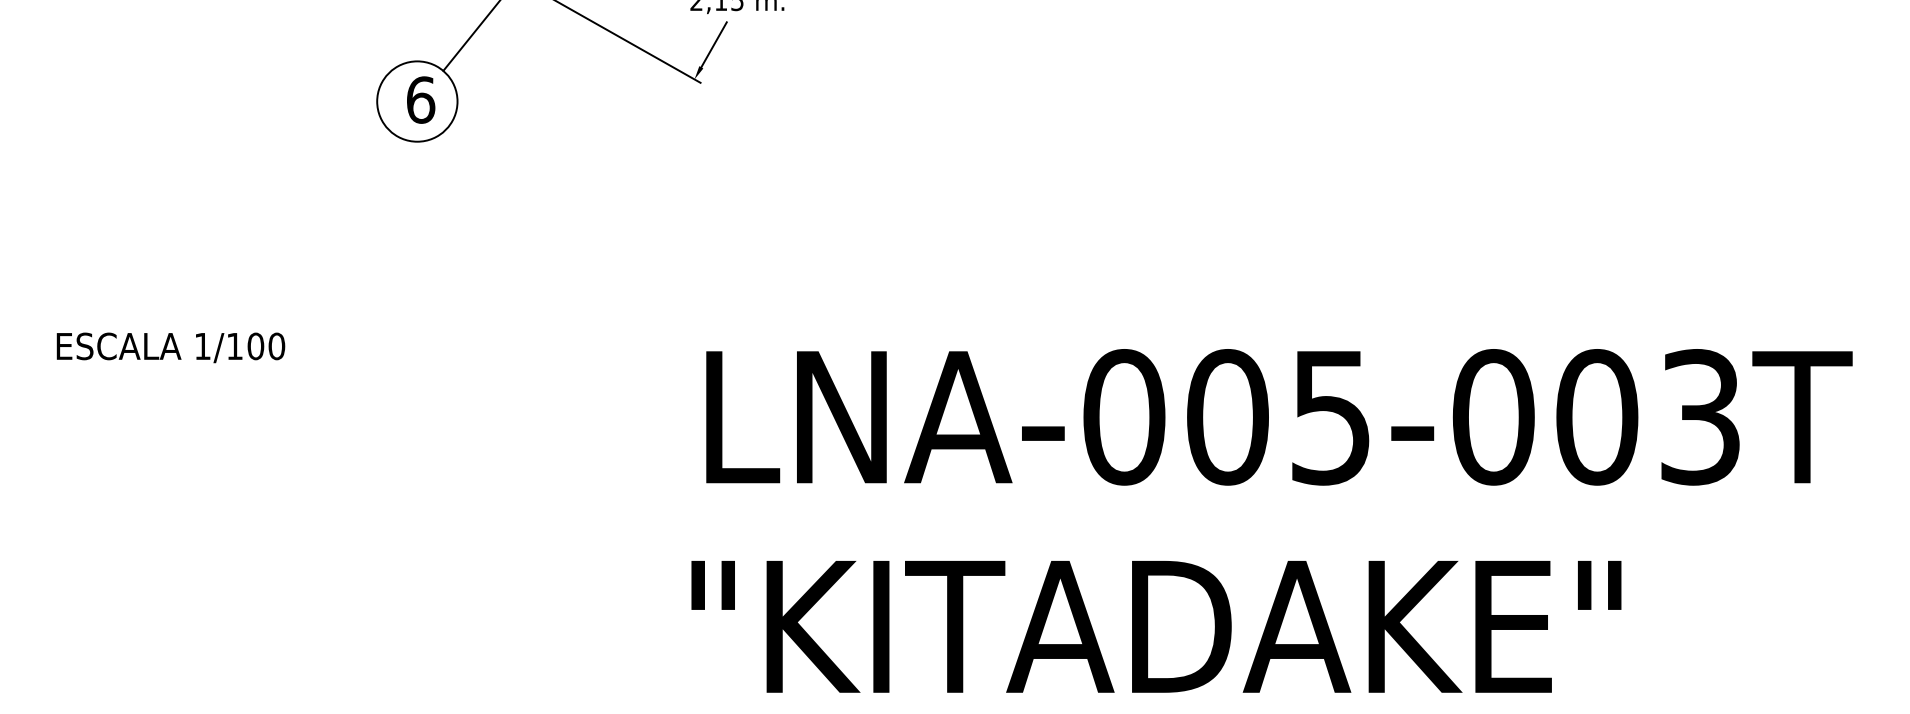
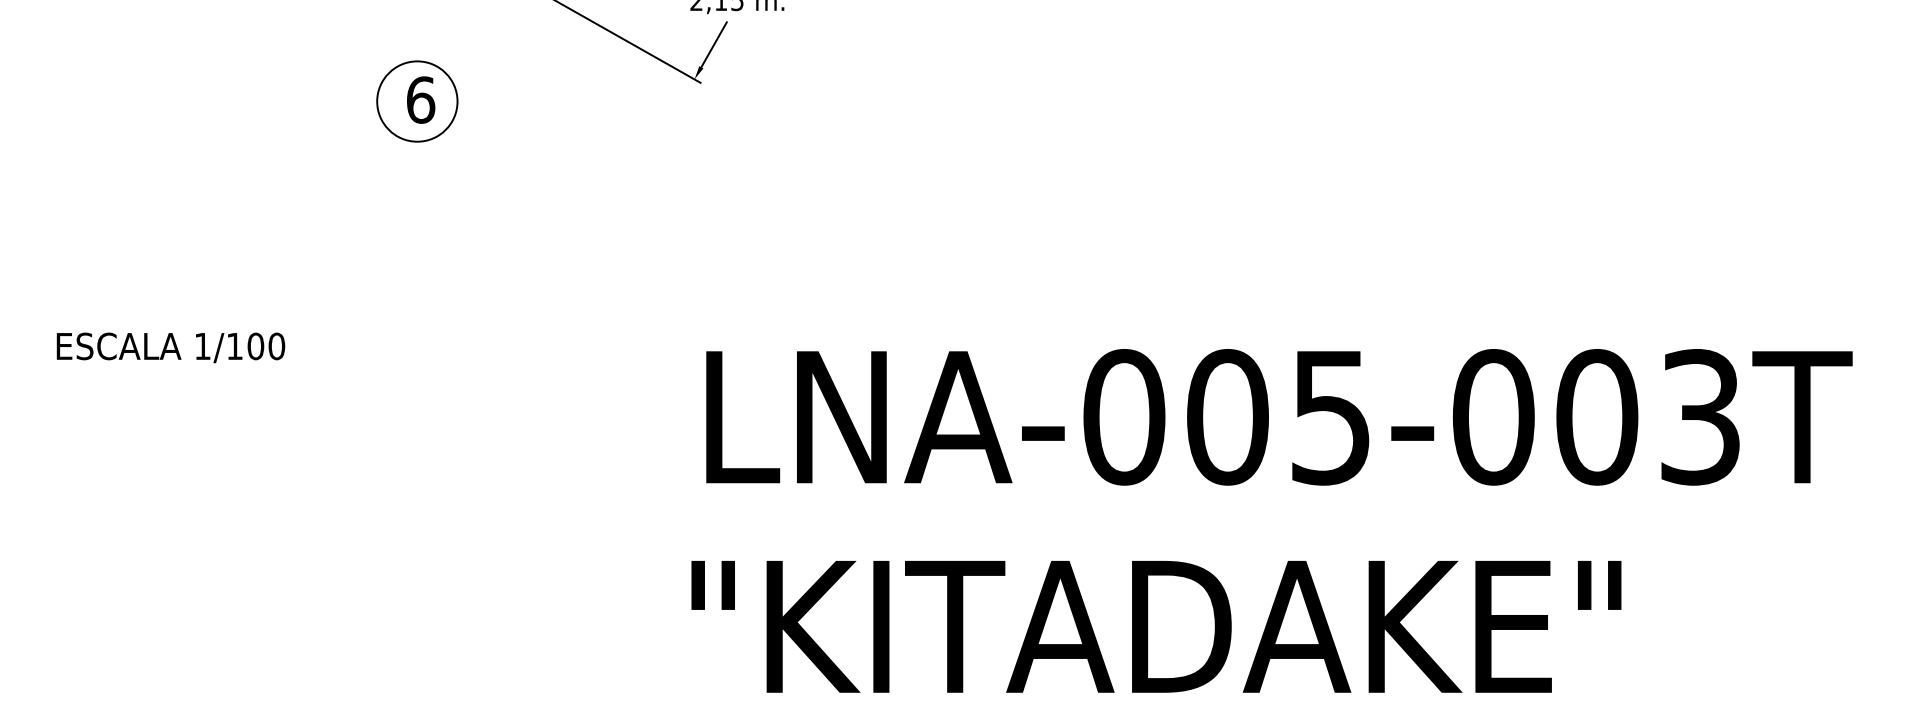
line at (470, 36): present -> none
